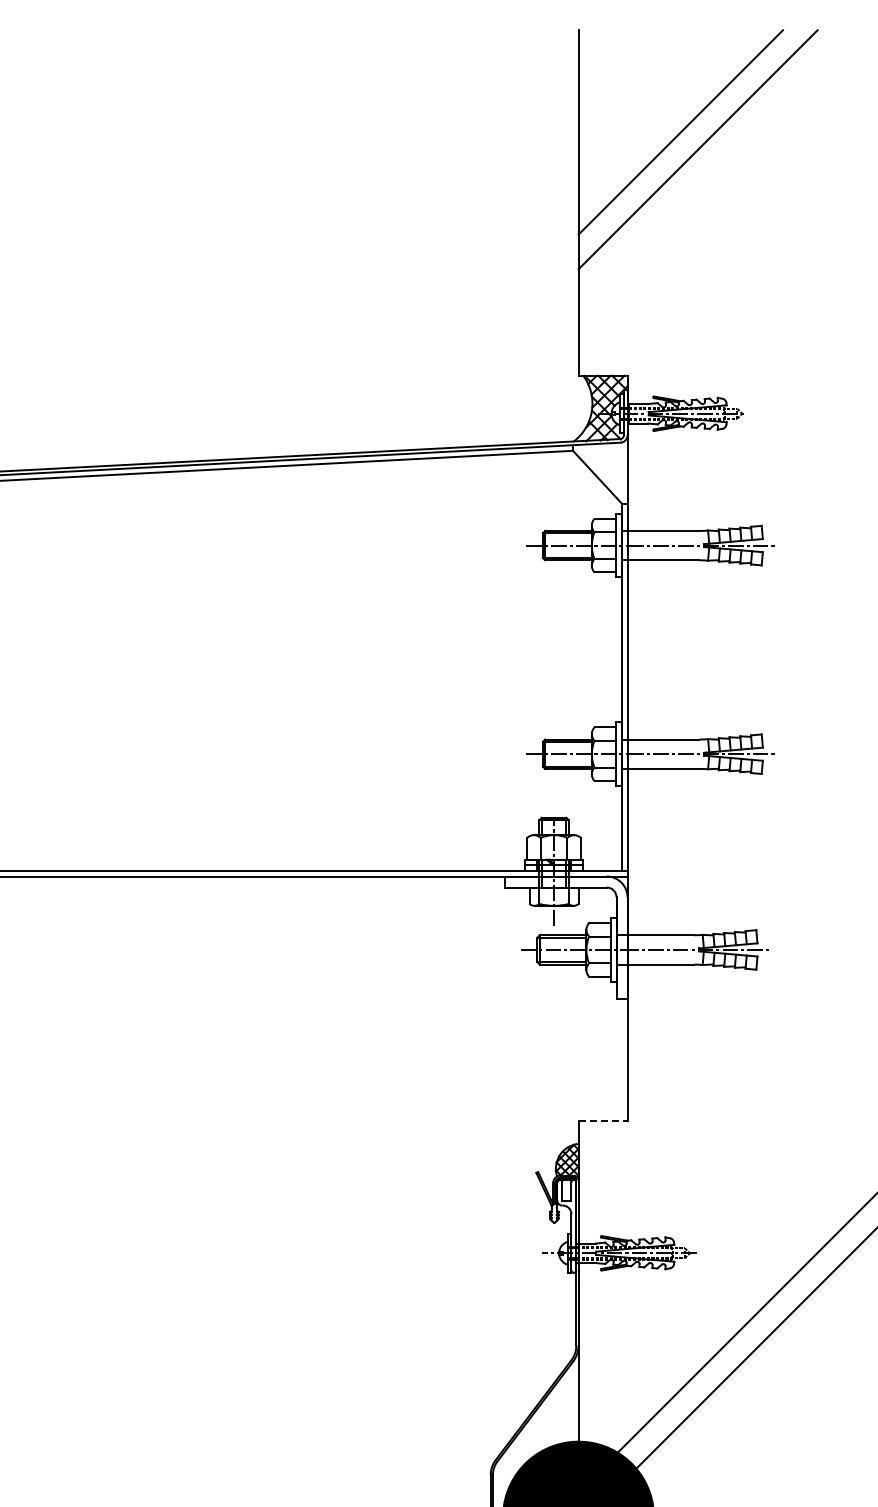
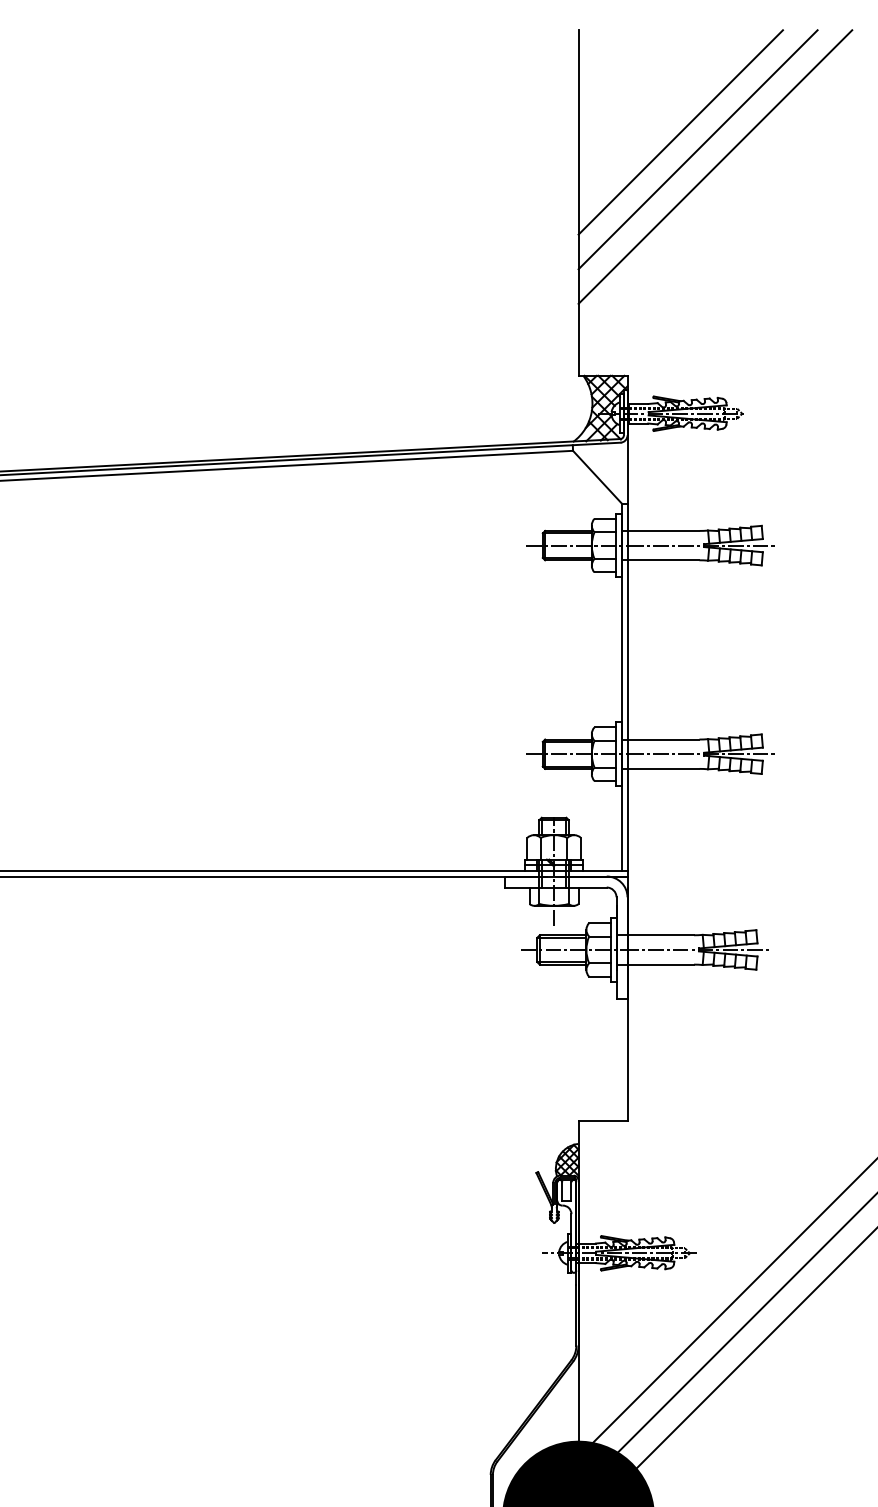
line at (715, 166): none -> present
line at (603, 1121): dashed -> solid
line at (726, 1309): none -> present
